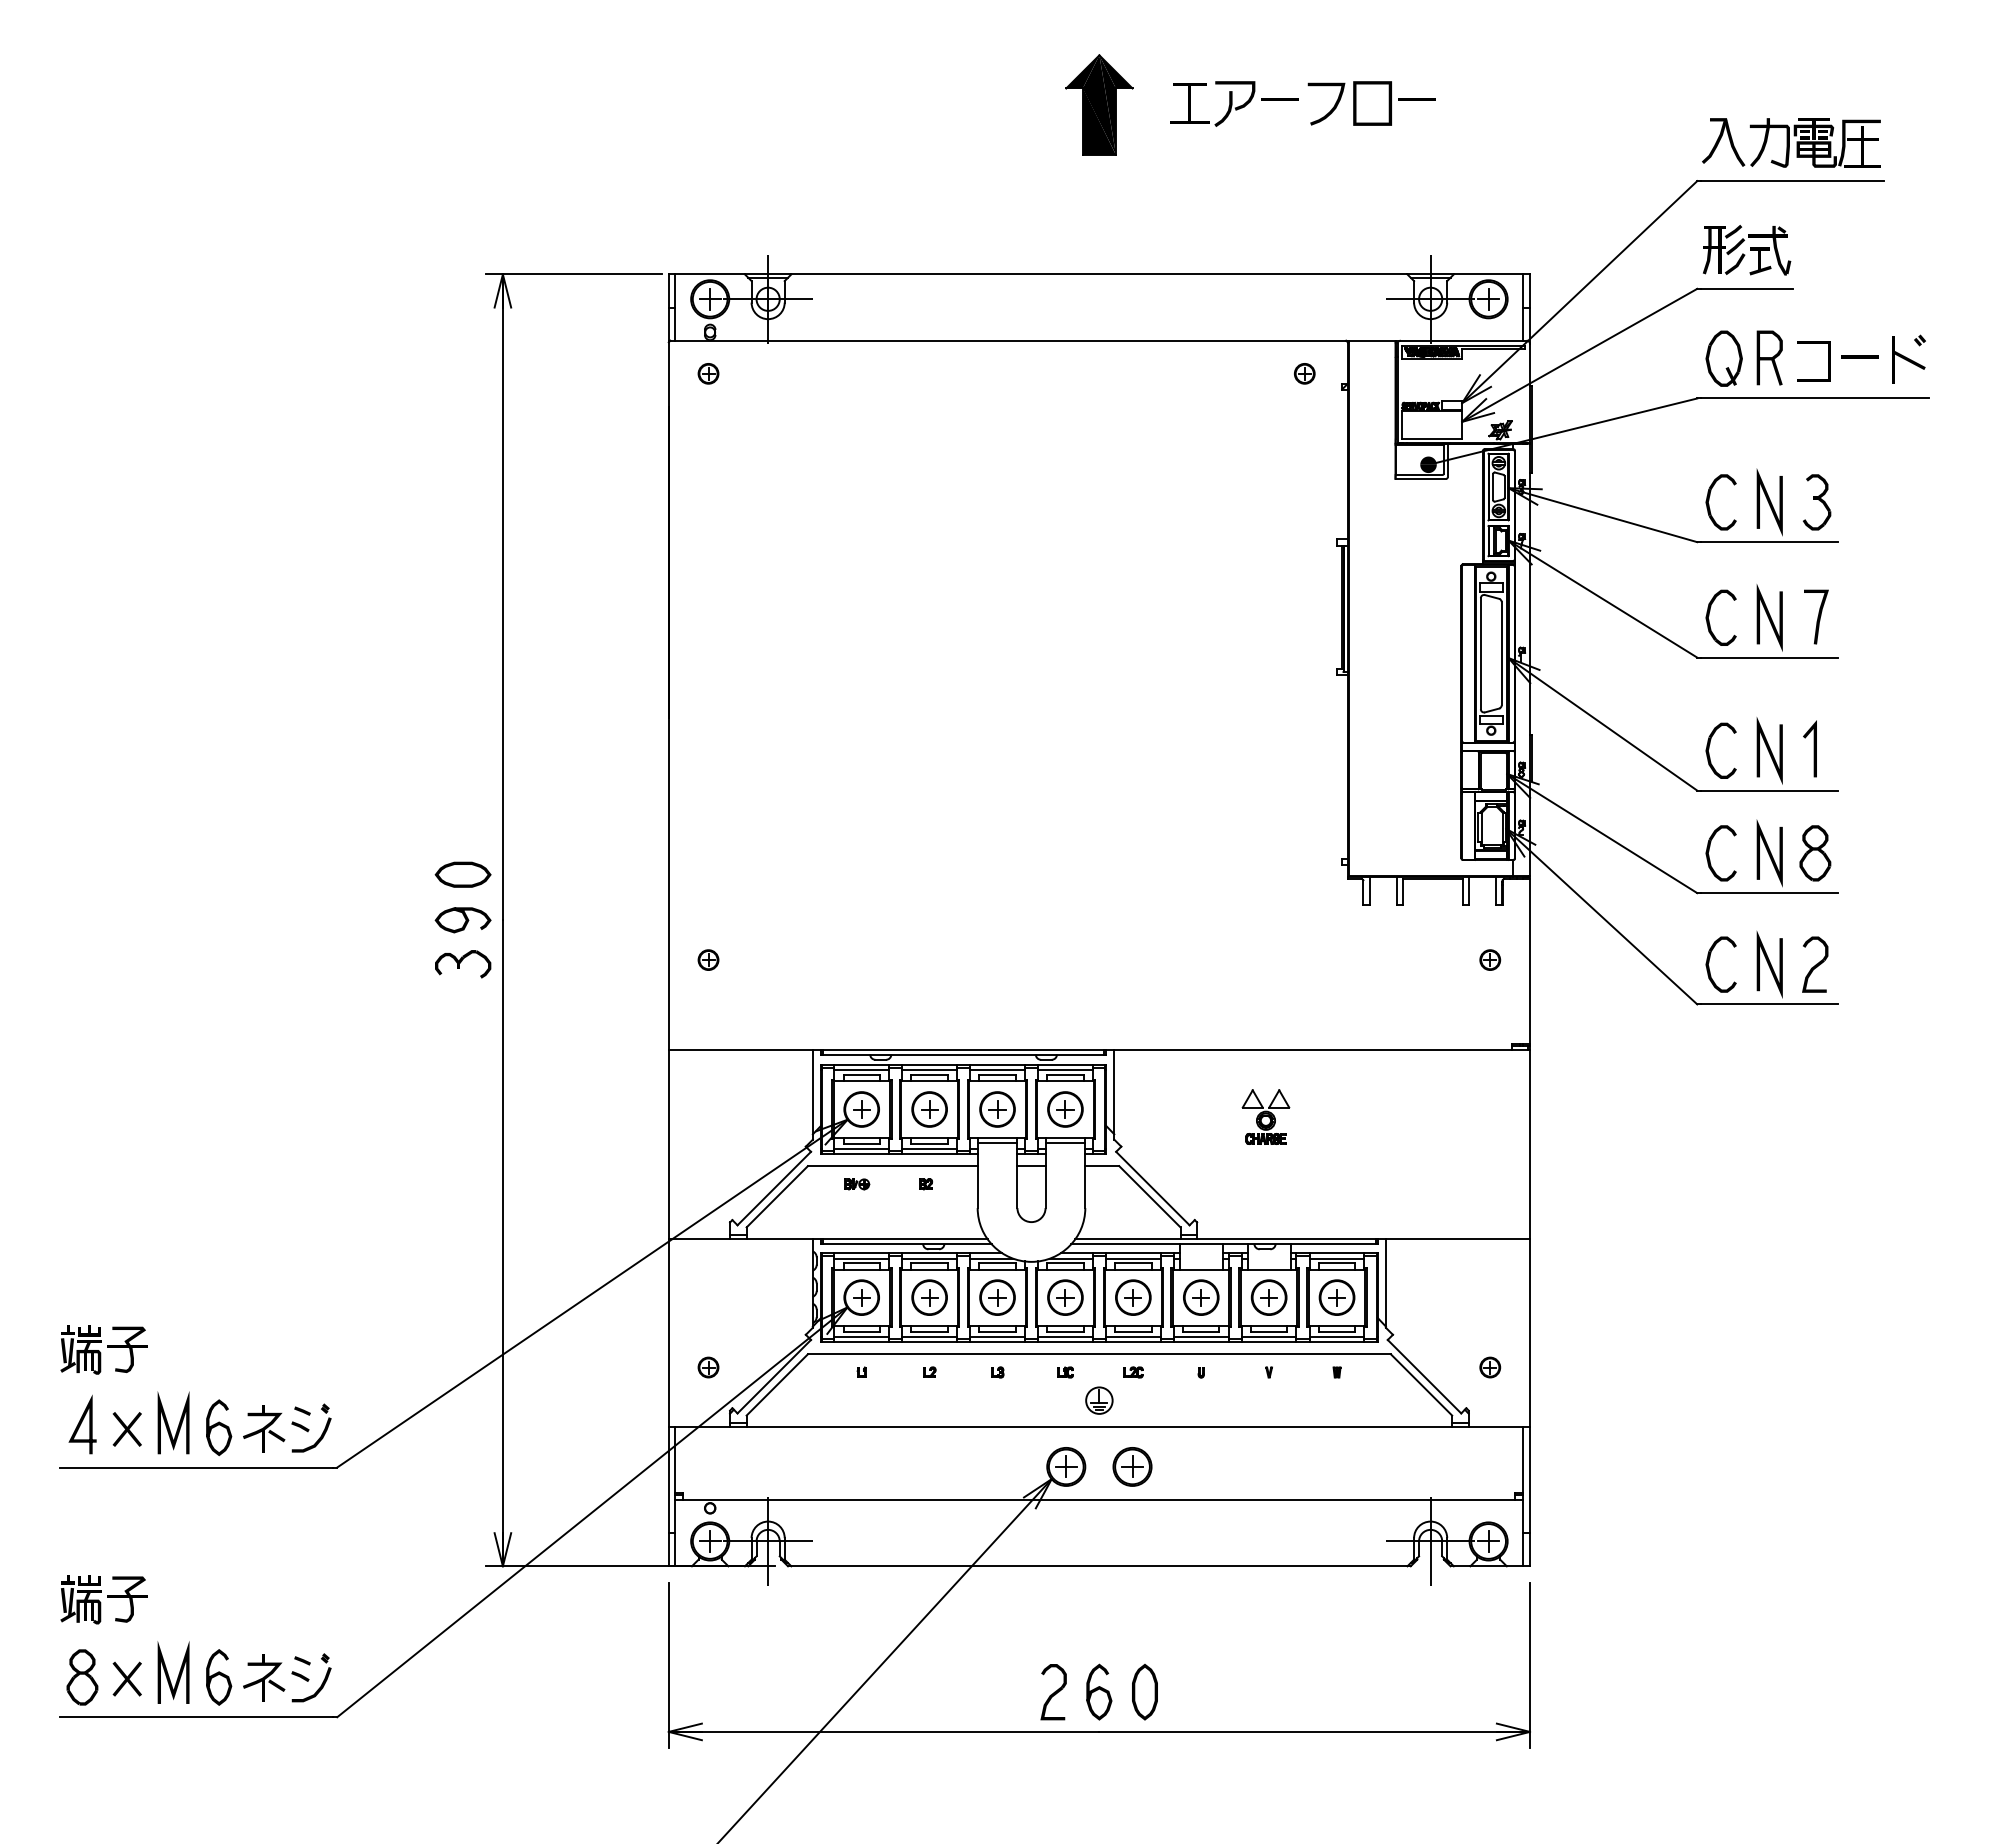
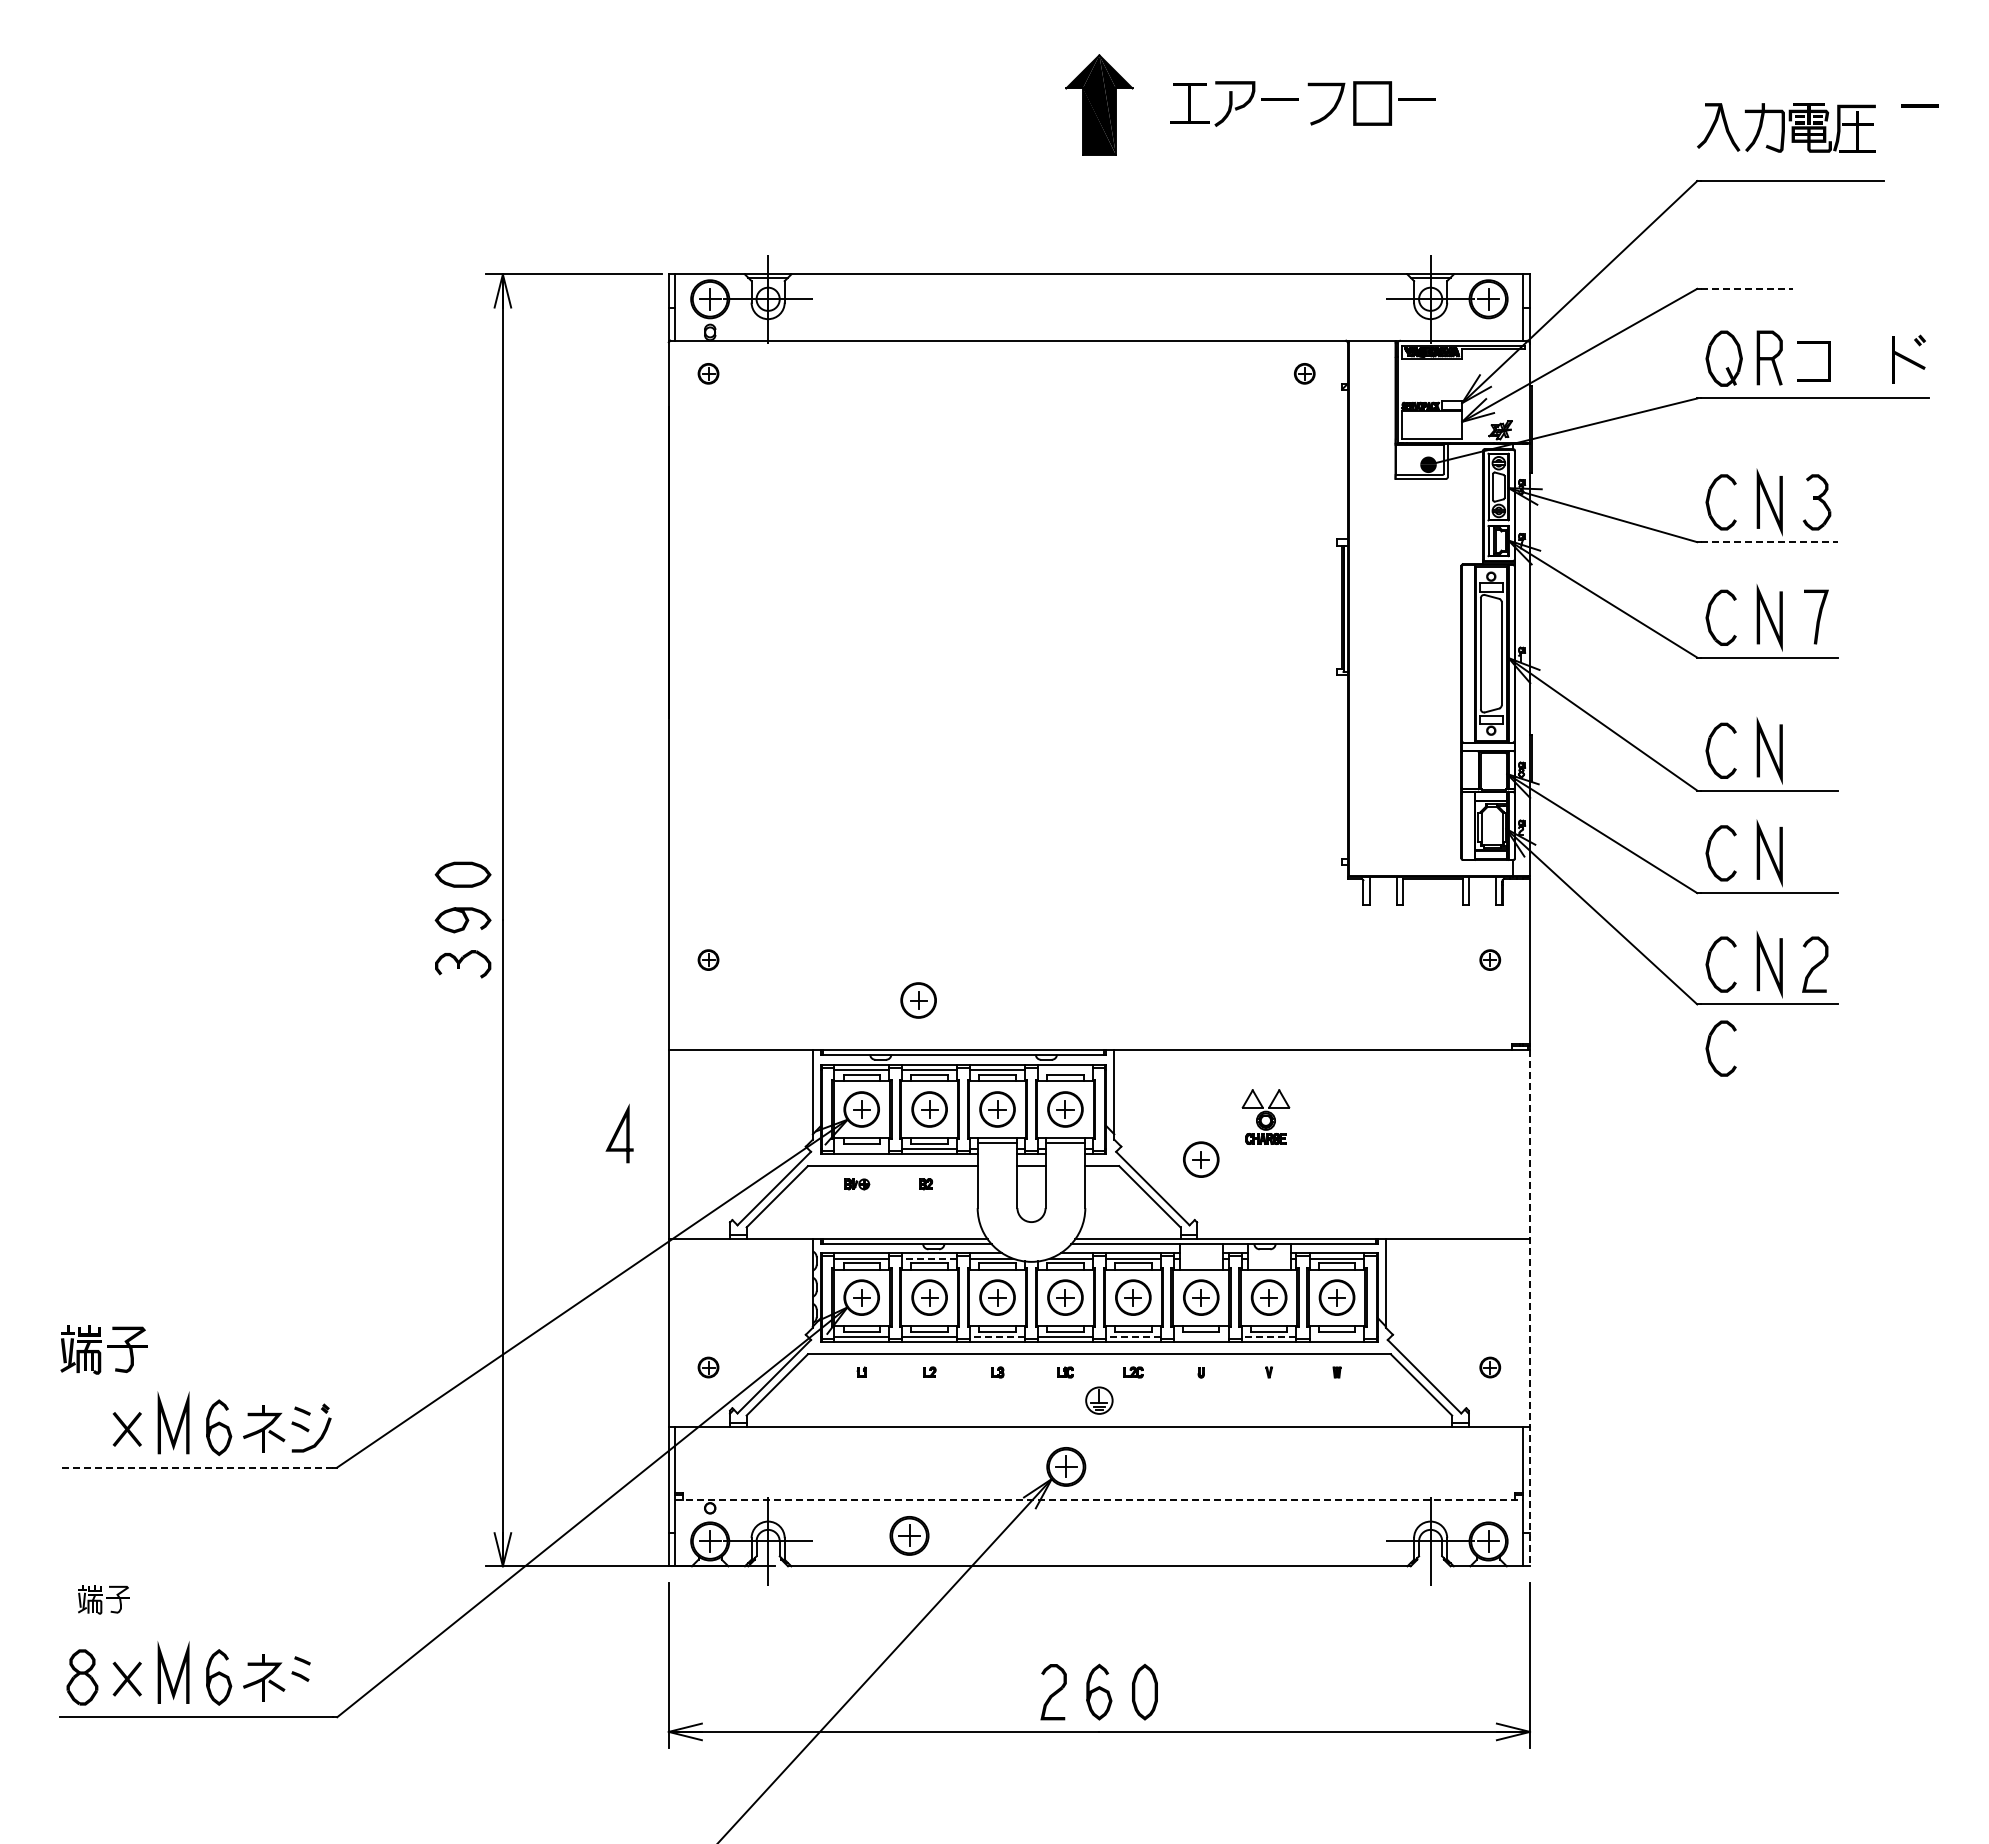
part at (1791, 142) position: (1791, 142) -> (1786, 127)
part at (1747, 250): present -> none
line at (1747, 288): solid -> dashed
line at (1859, 356) position: (1859, 356) -> (1919, 105)
line at (1770, 542): solid -> dashed
line at (1813, 748): present -> none
part at (1815, 853): present -> none
part at (918, 1000): none -> present
part at (1709, 1046): none -> present
line at (1065, 1070): present -> none
line at (861, 1148): present -> none
part at (1201, 1159): none -> present
line at (929, 1258): solid -> dashed
line at (1530, 1308): solid -> dashed
line at (997, 1336): solid -> dashed
line at (1132, 1336): solid -> dashed
line at (1200, 1336): present -> none
line at (1268, 1336): solid -> dashed
line at (1336, 1336): present -> none
line at (81, 1424) position: (81, 1424) -> (618, 1133)
part at (1132, 1466) position: (1132, 1466) -> (909, 1535)
line at (196, 1467): solid -> dashed
line at (1099, 1500): solid -> dashed
part at (103, 1599) size: 88x50 px -> 52x30 px
part at (320, 1685): present -> none
